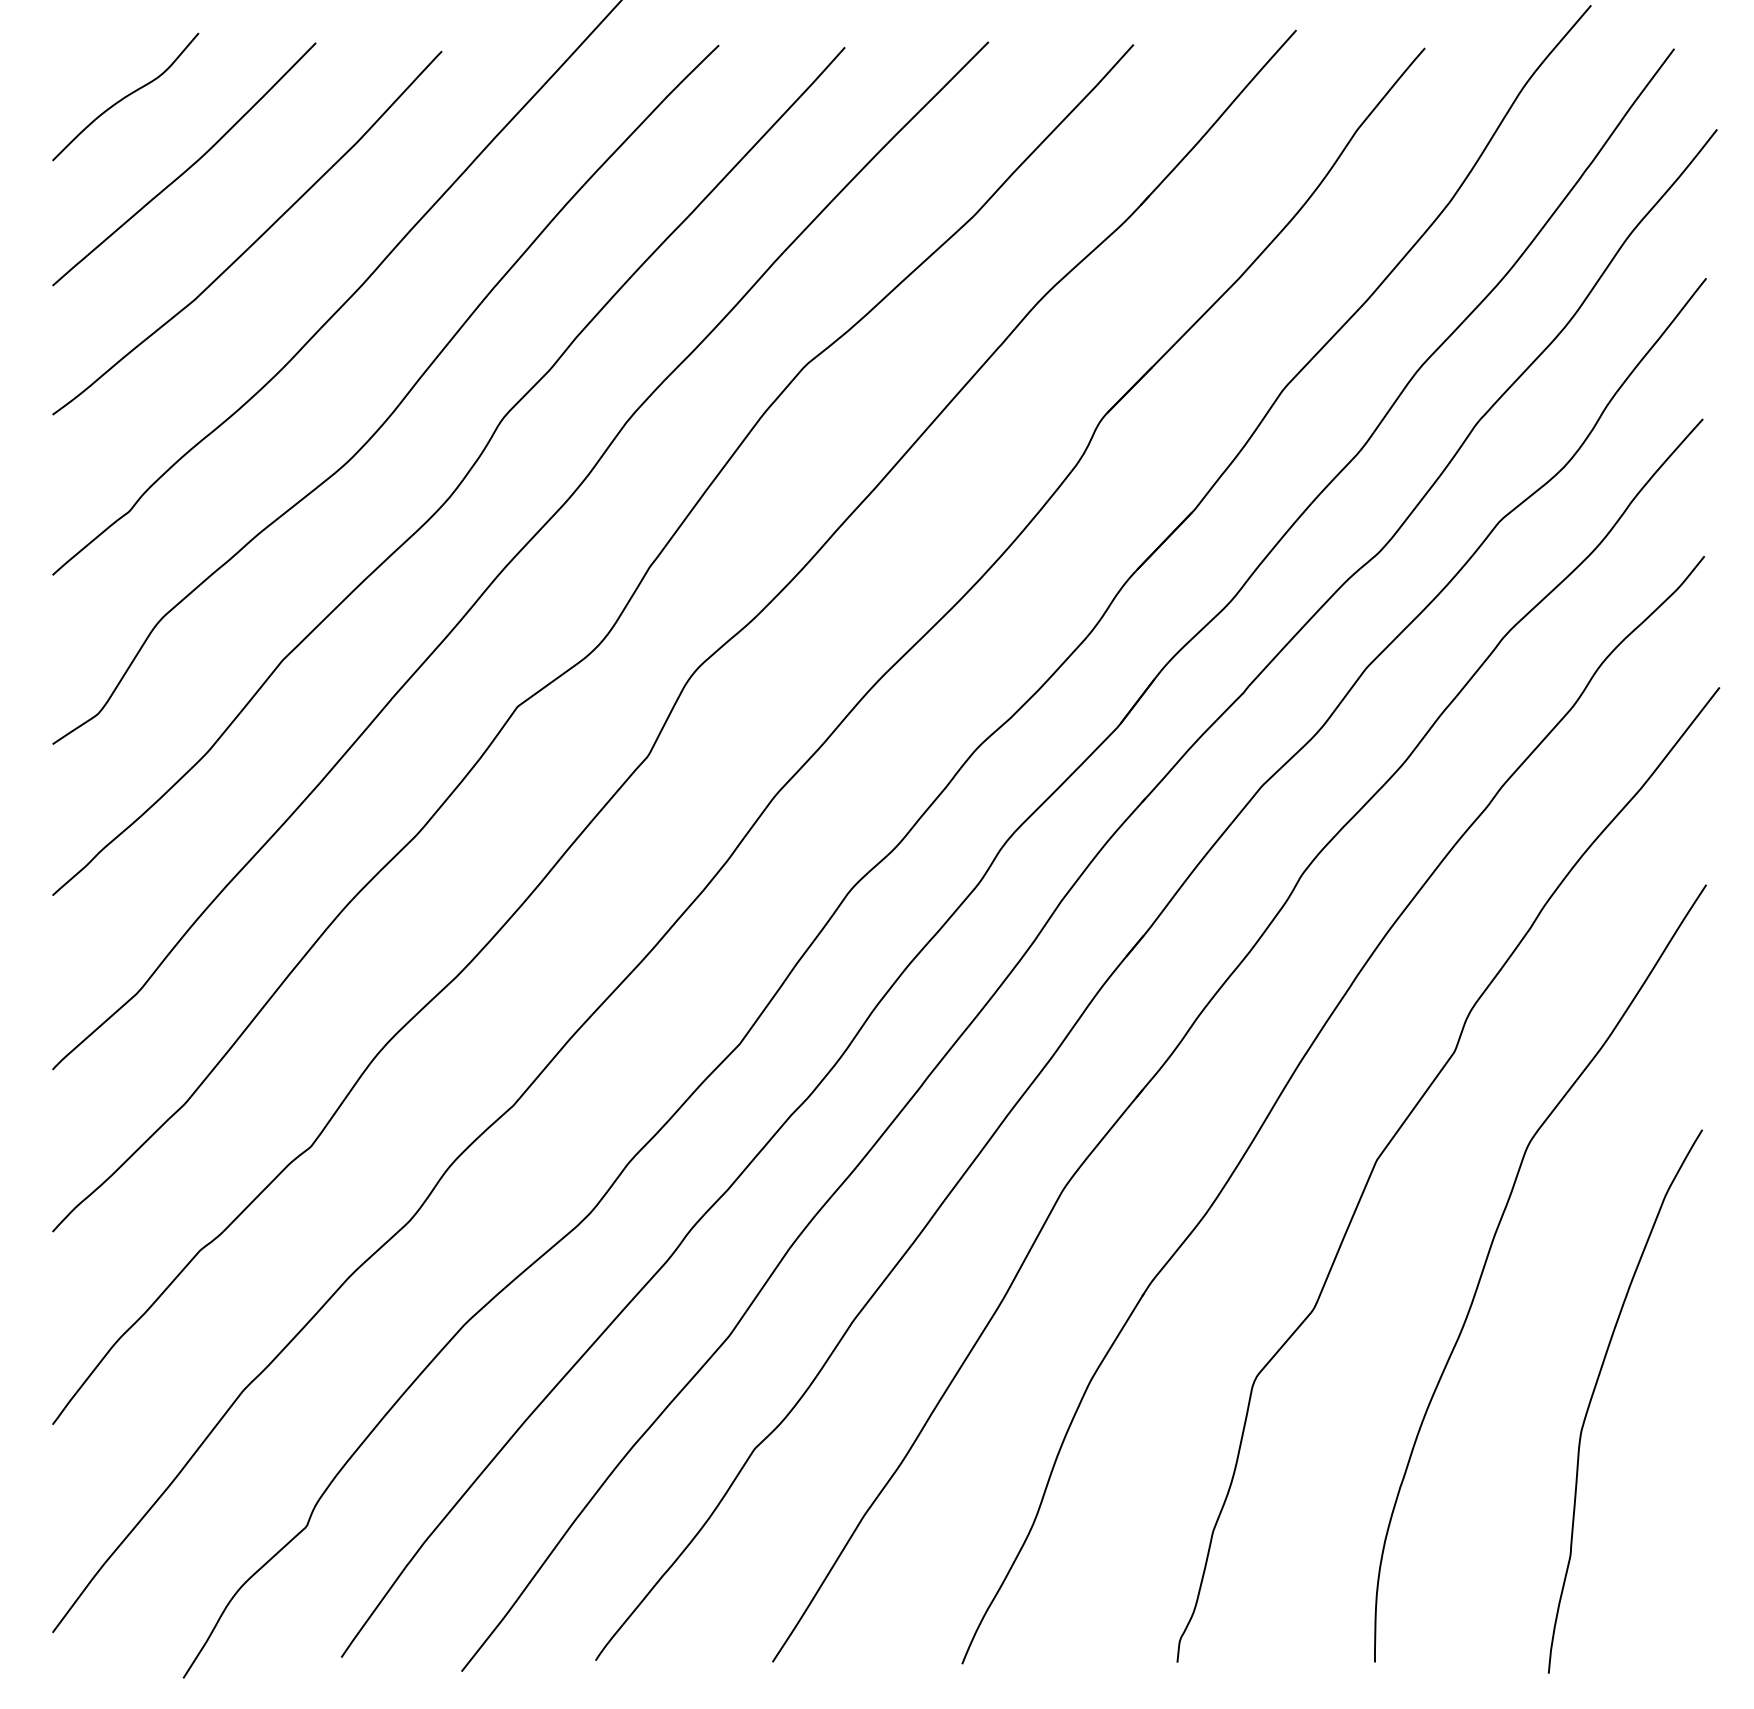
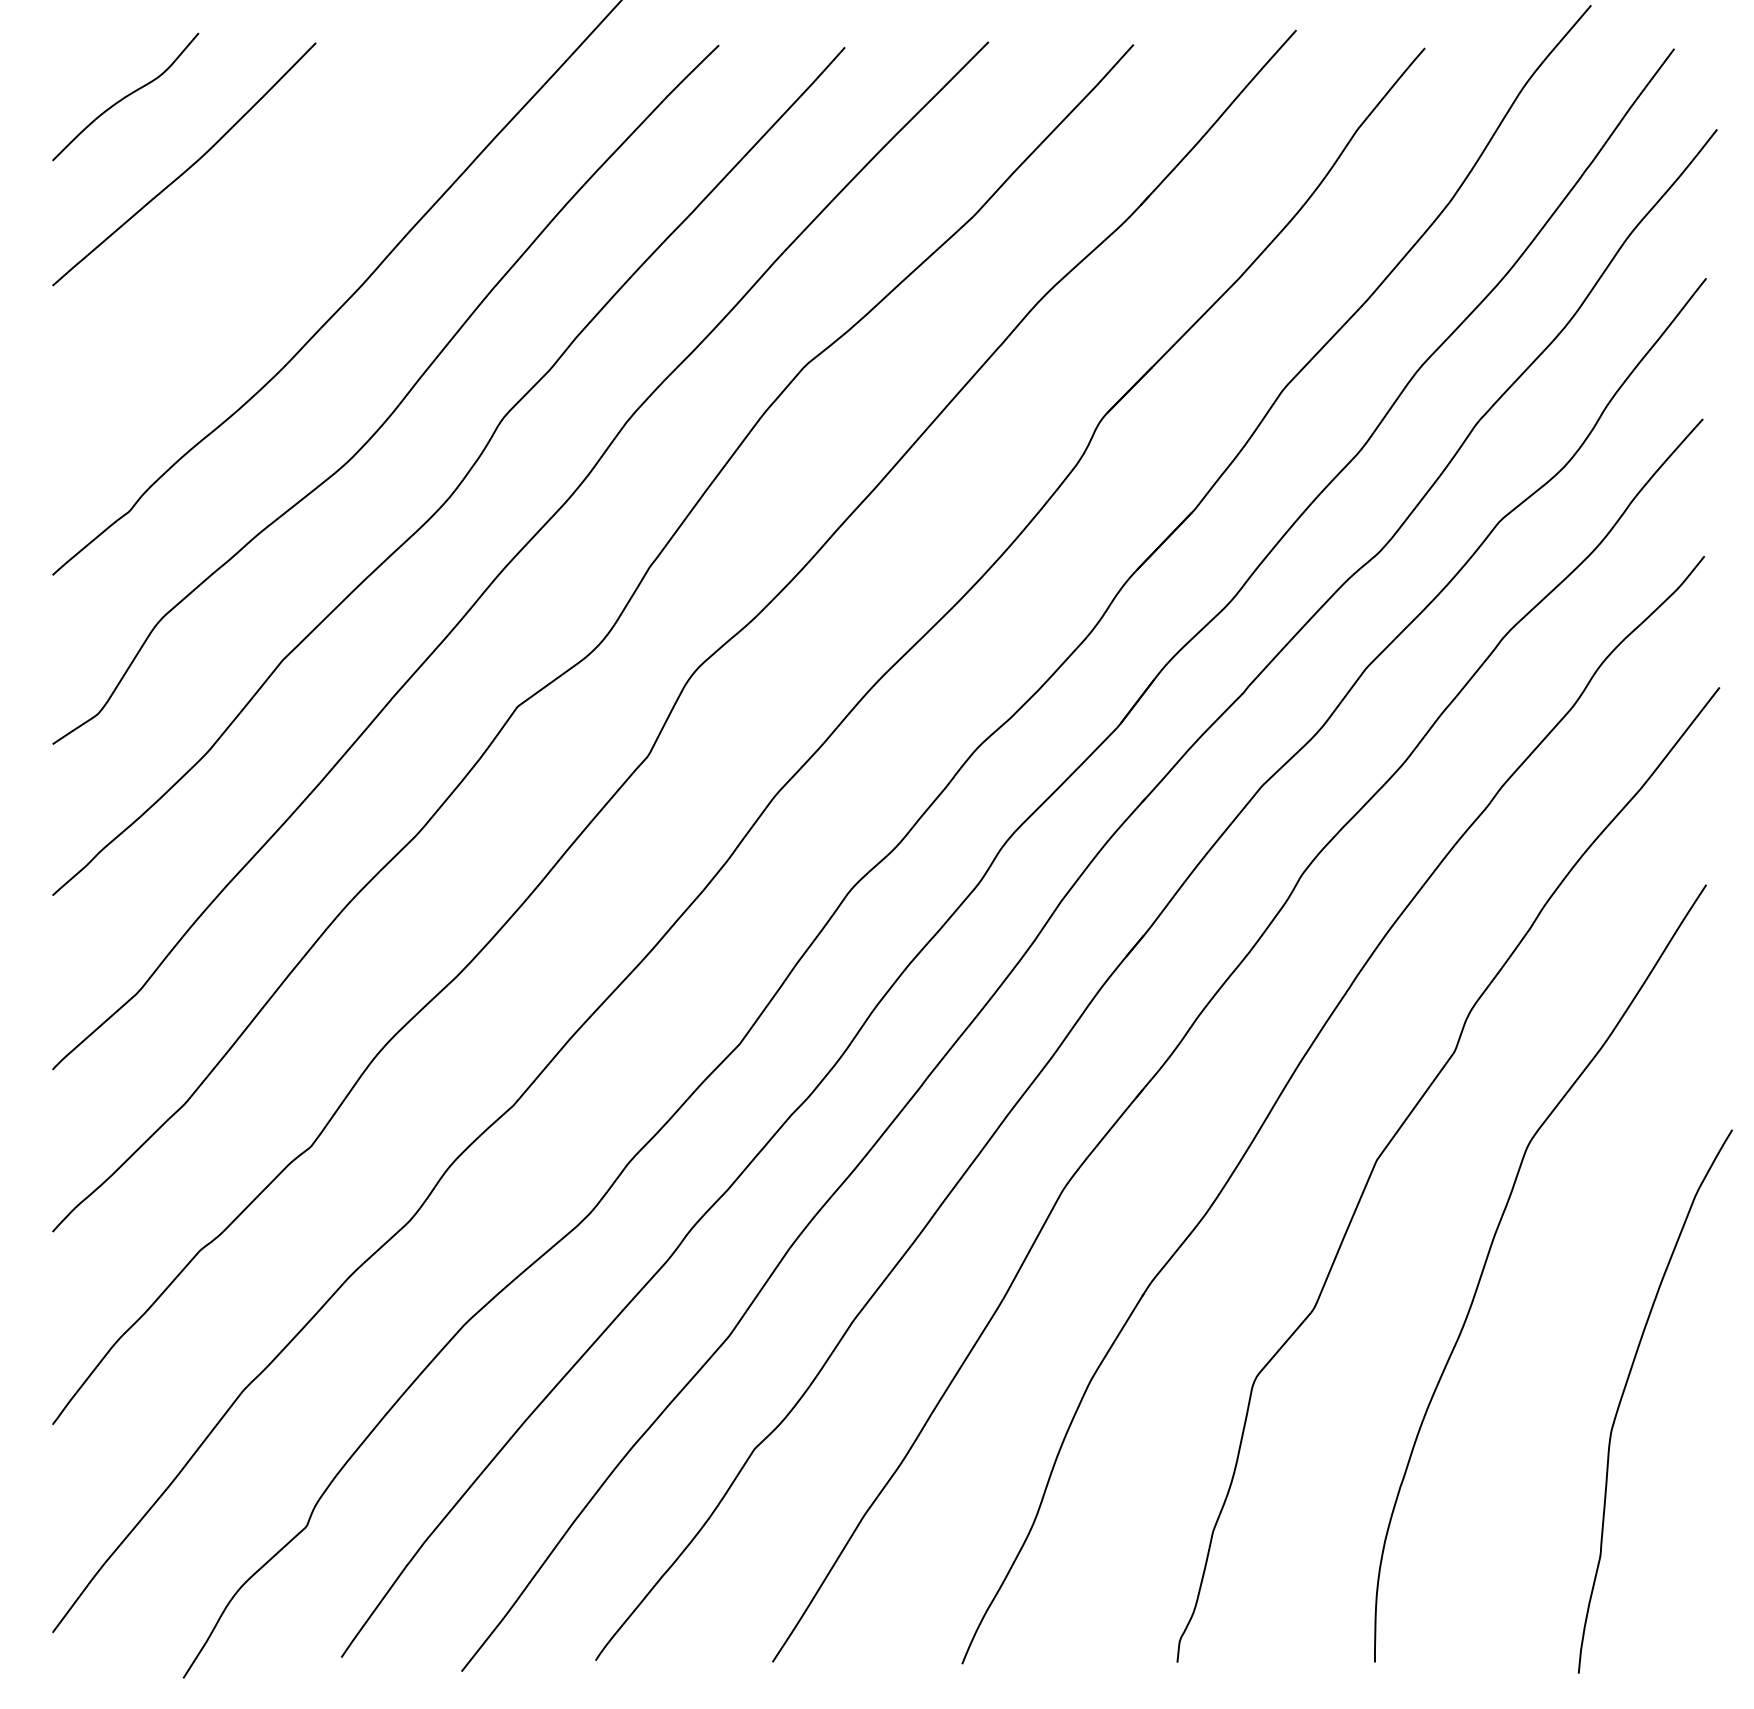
curve at (255, 240): present -> none
curve at (1594, 1392) position: (1594, 1392) -> (1624, 1392)
